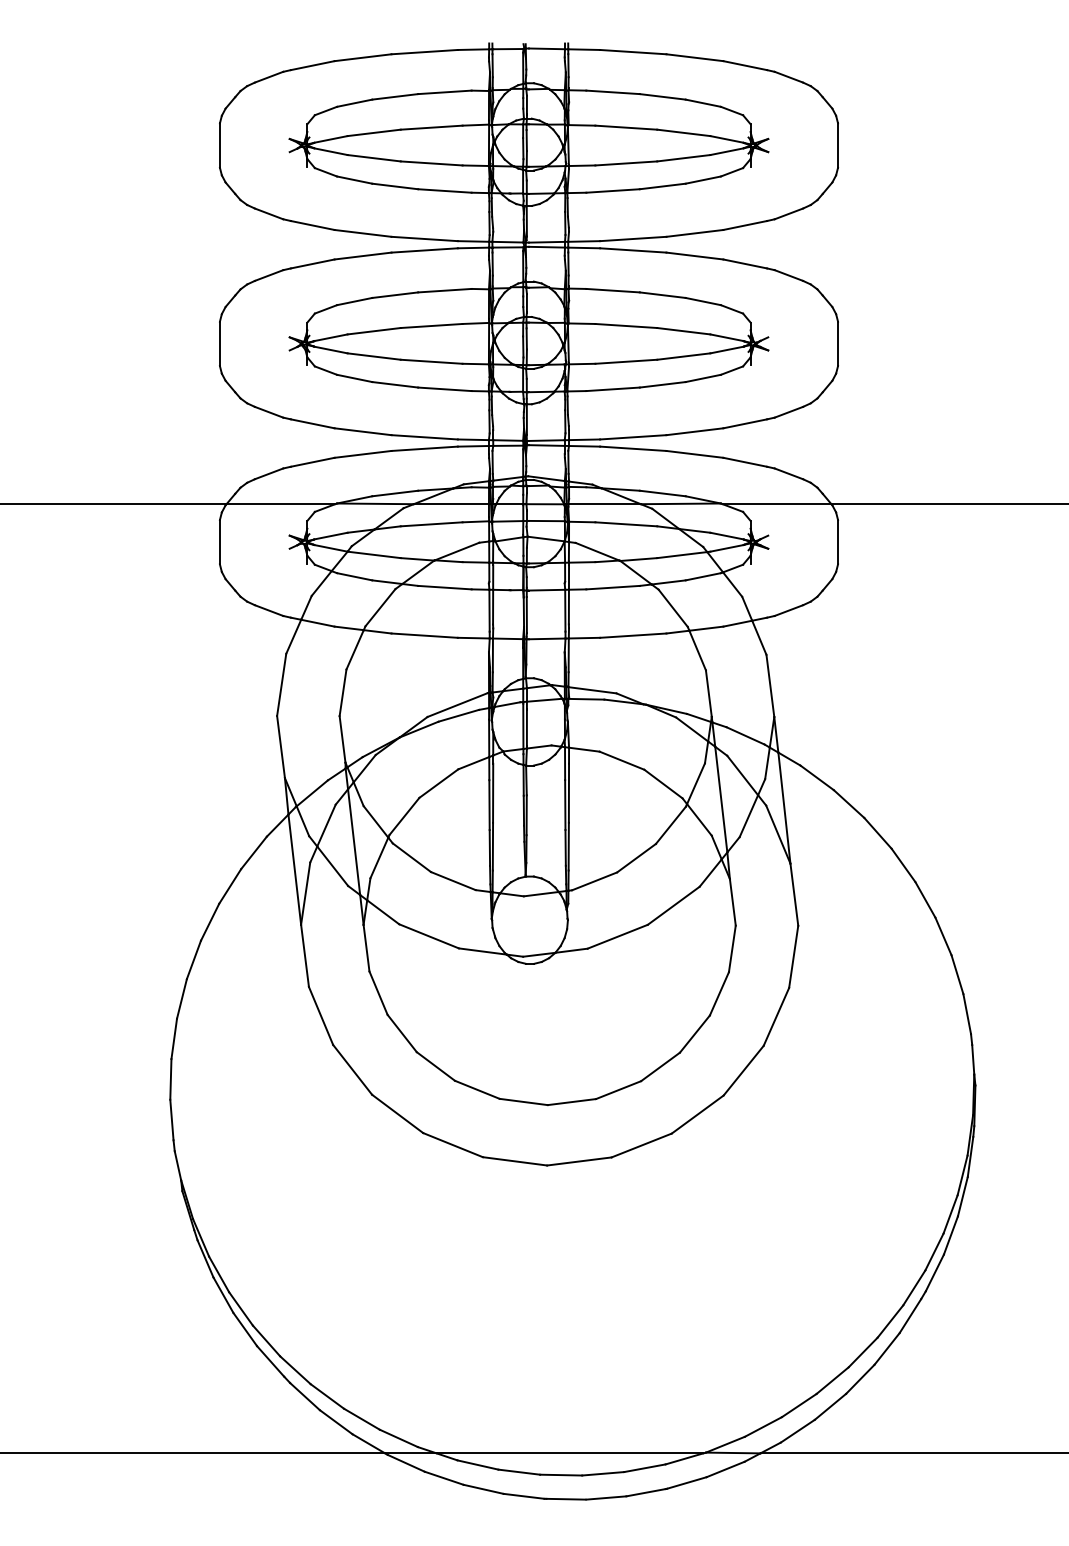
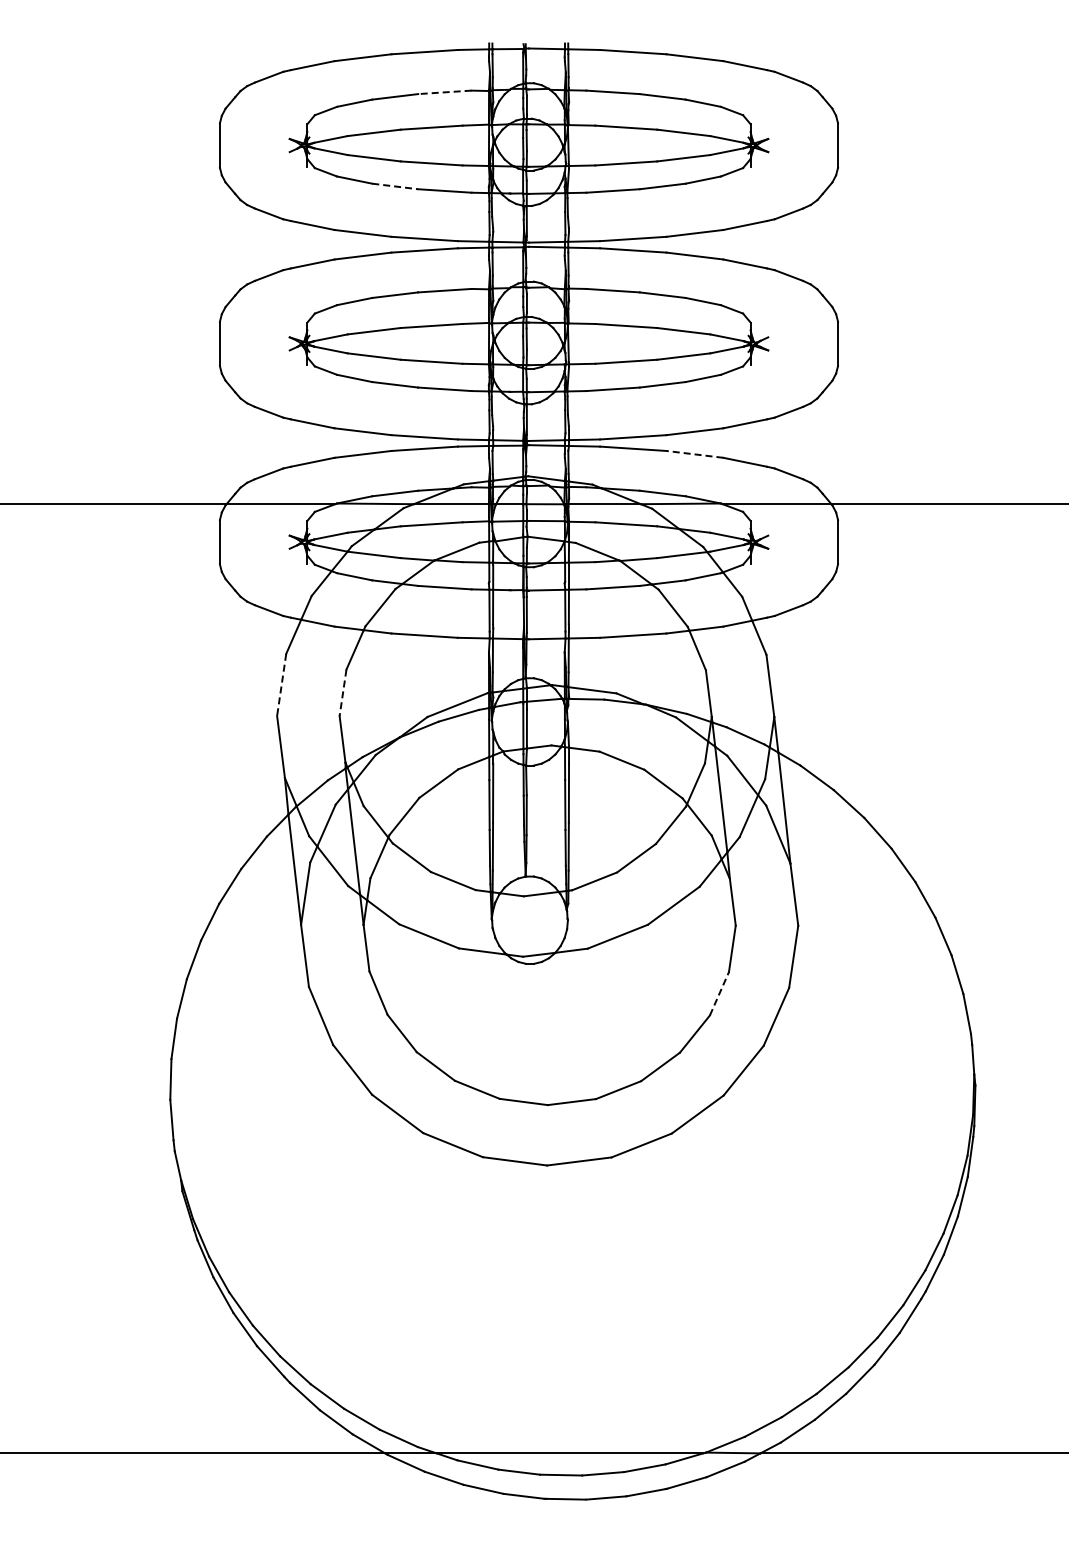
line at (444, 92): solid -> dashed
line at (395, 186): solid -> dashed
line at (694, 454): solid -> dashed
line at (281, 685): solid -> dashed
line at (343, 692): solid -> dashed
line at (719, 993): solid -> dashed
